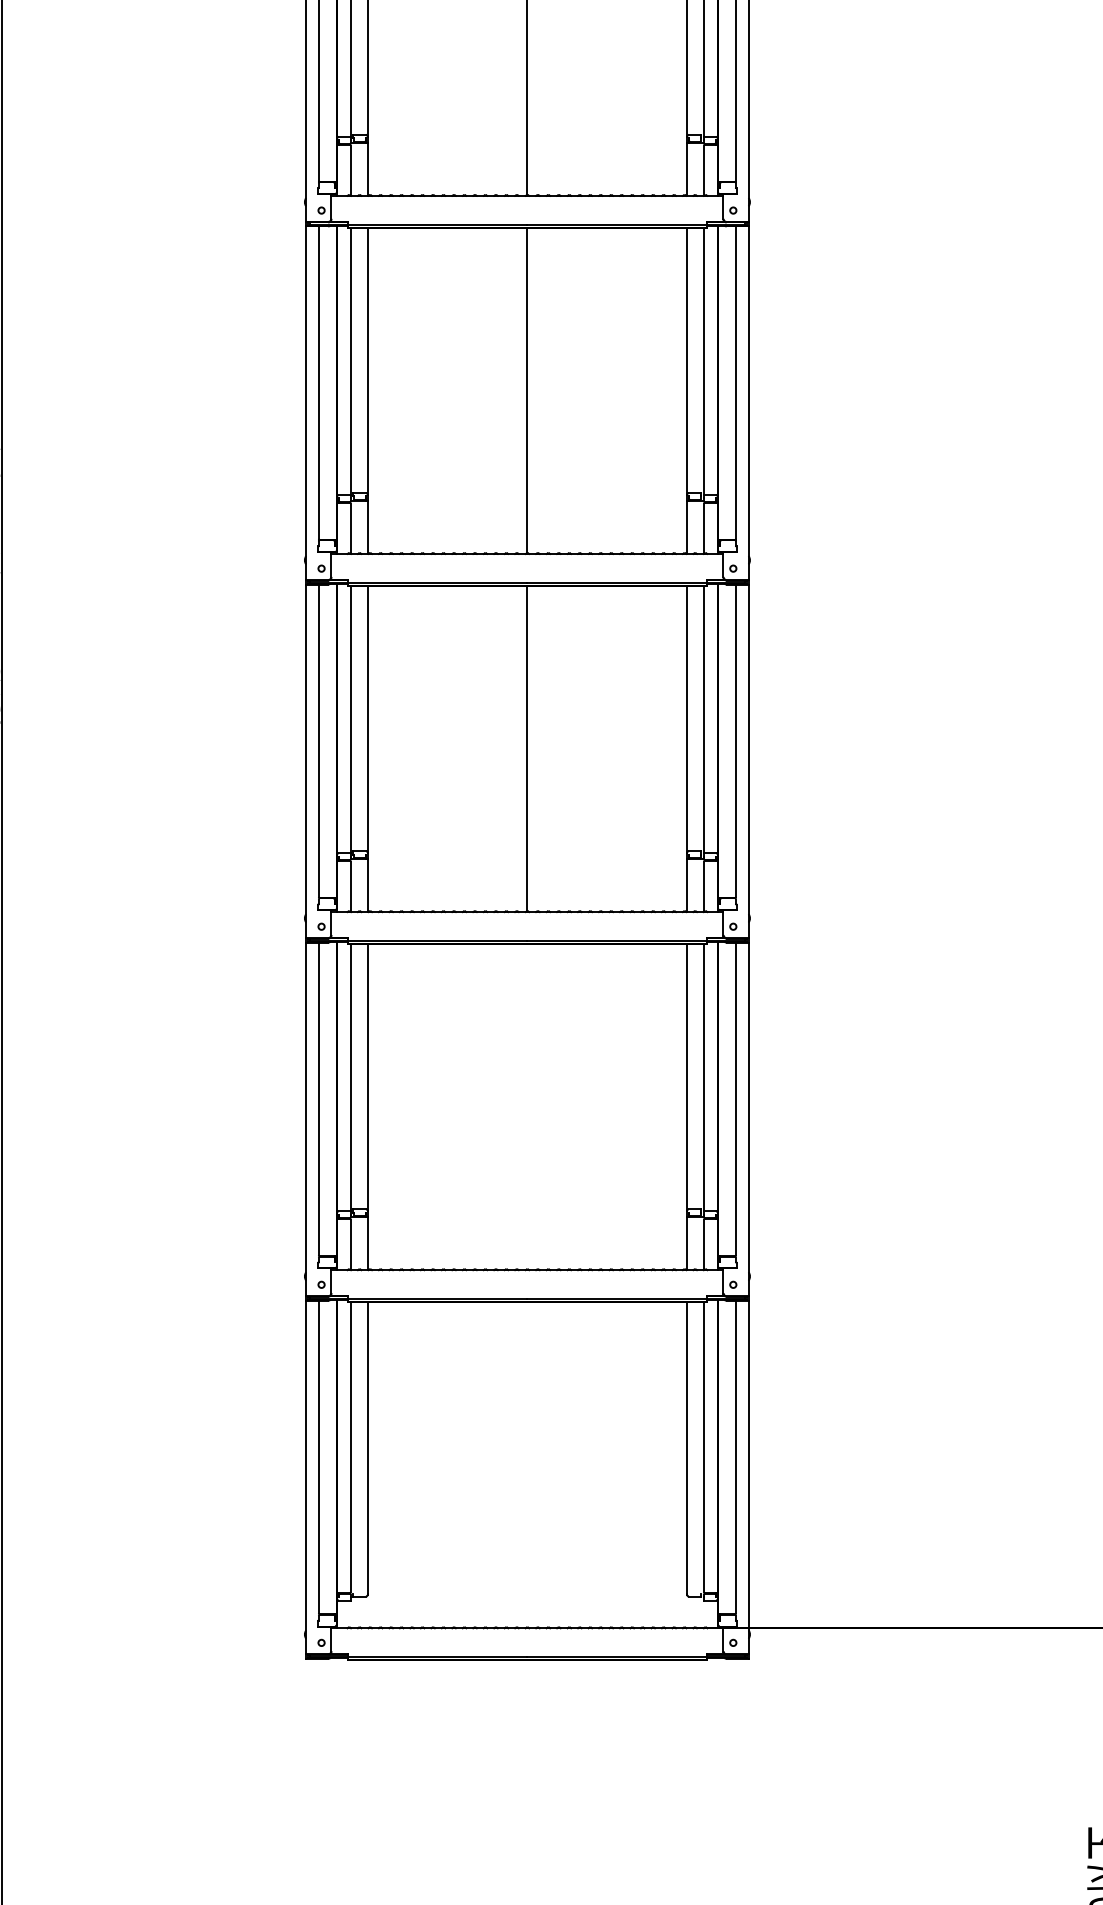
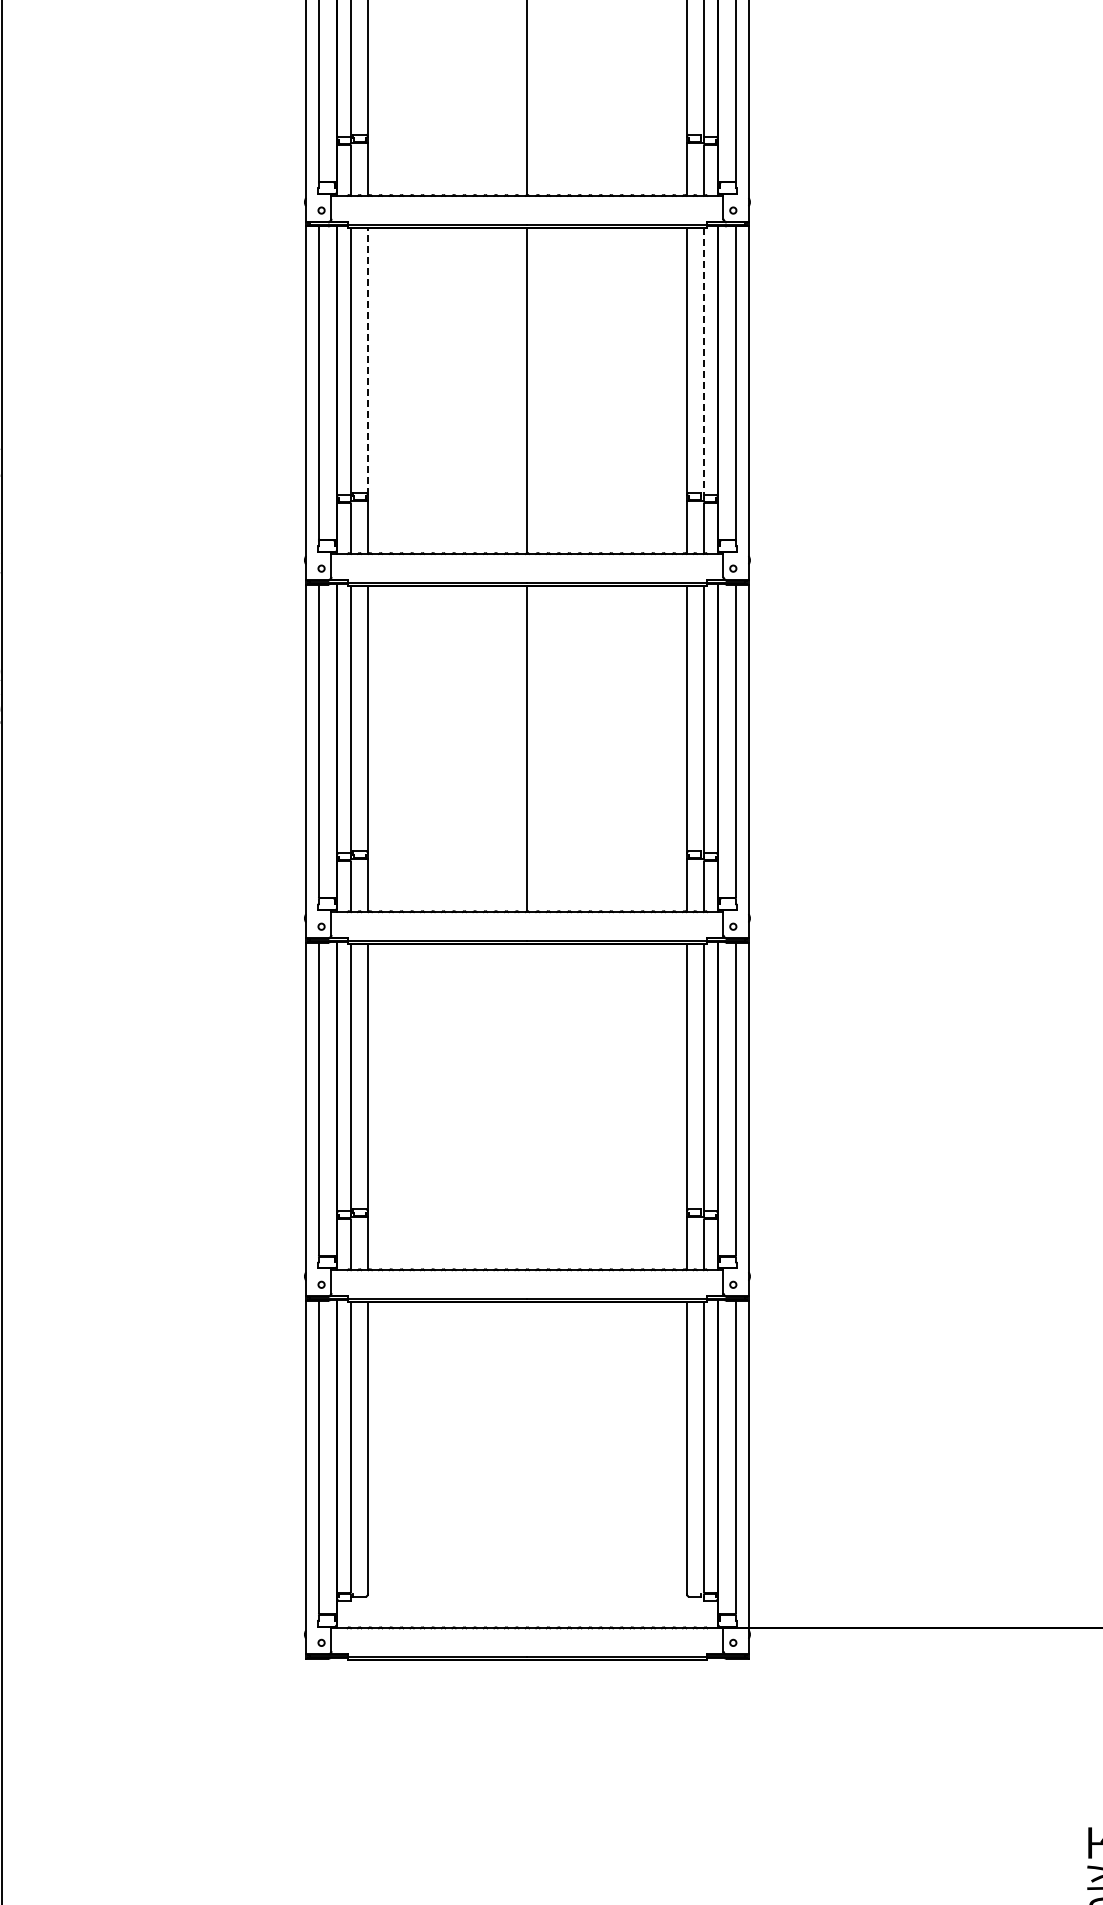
line at (367, 360): solid -> dashed
line at (704, 362): solid -> dashed
